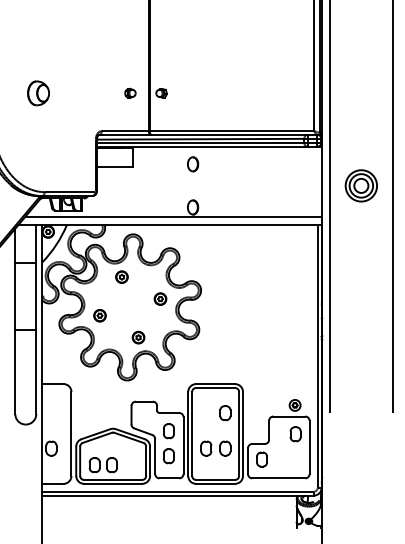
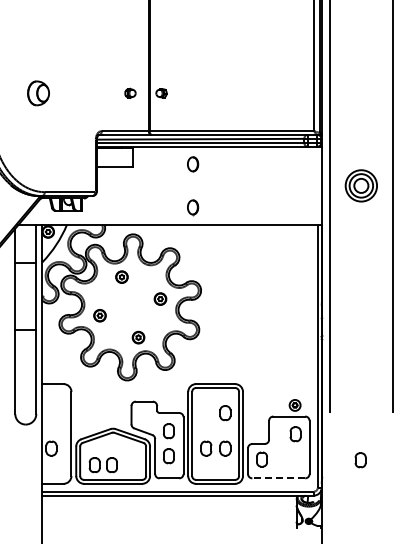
line at (173, 217): present -> none
part at (360, 460): none -> present
line at (278, 478): solid -> dashed
